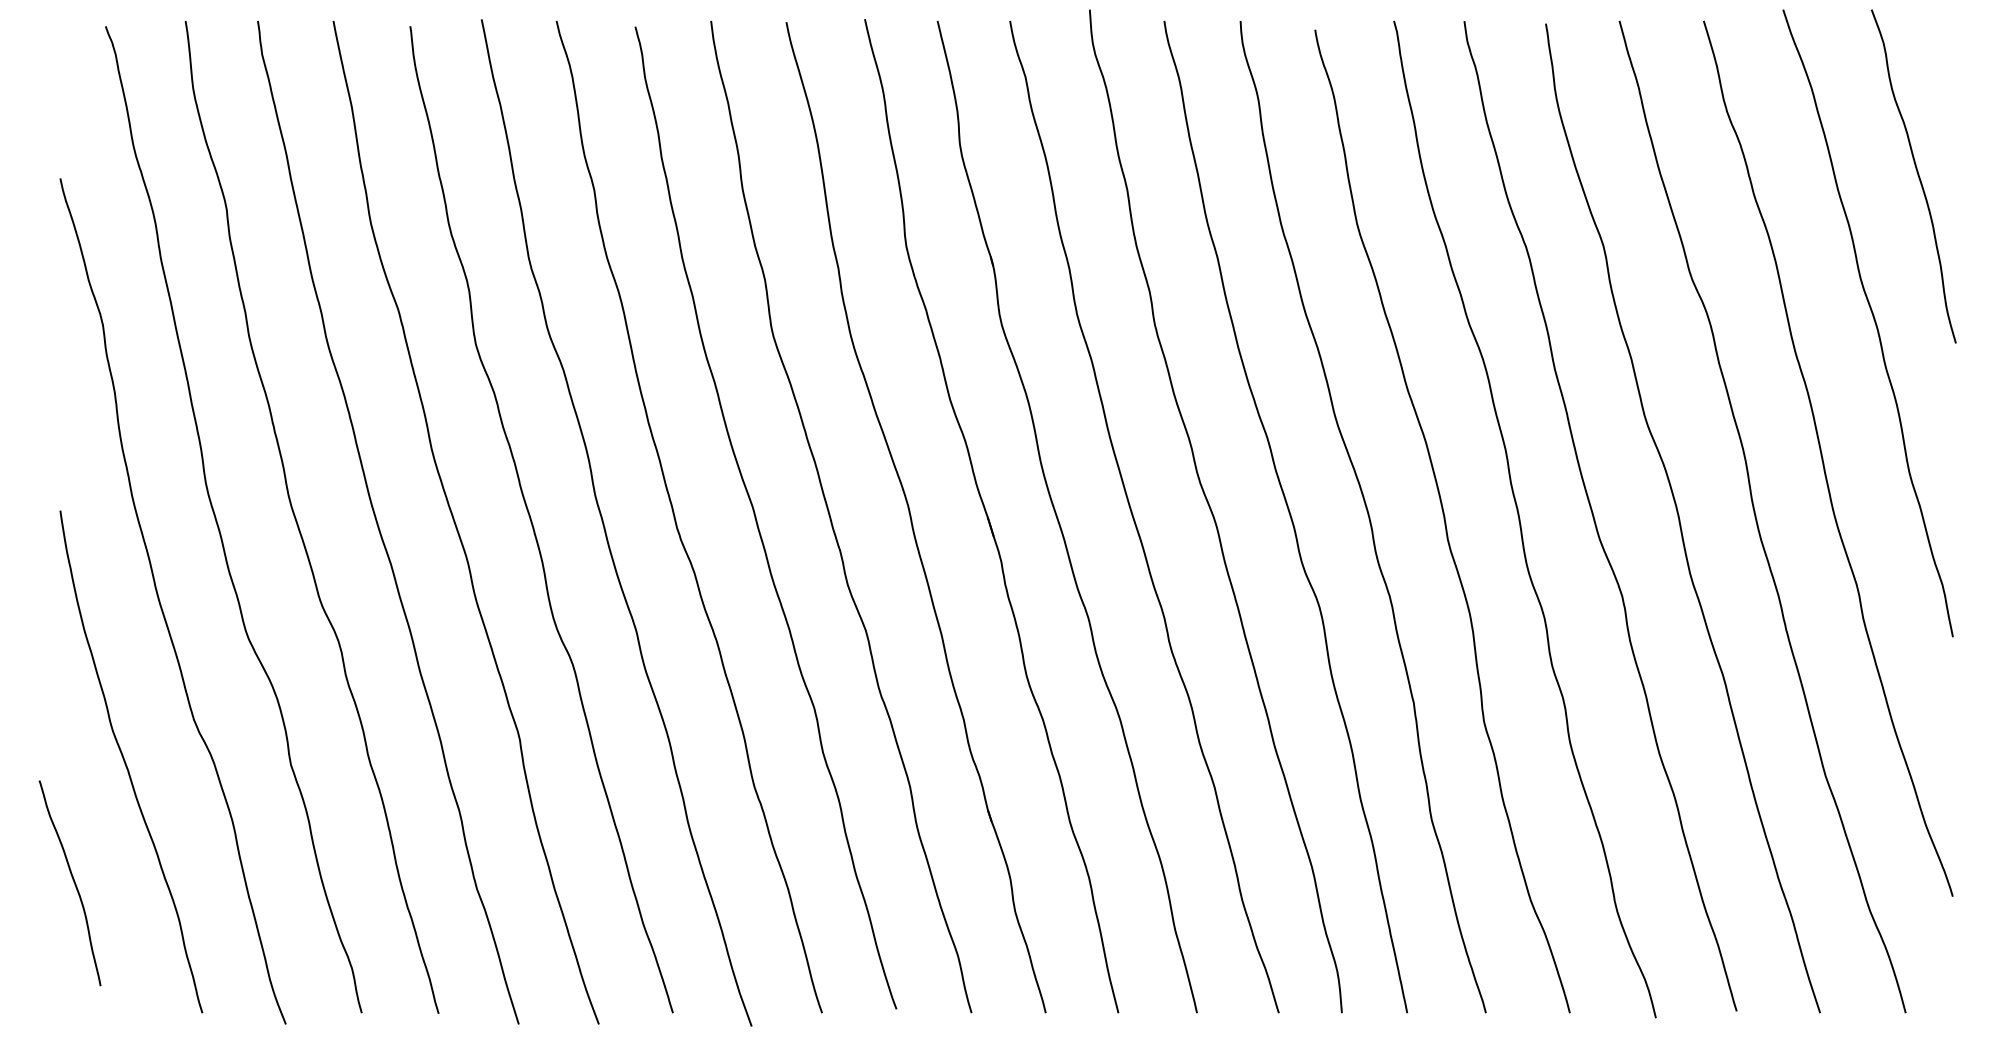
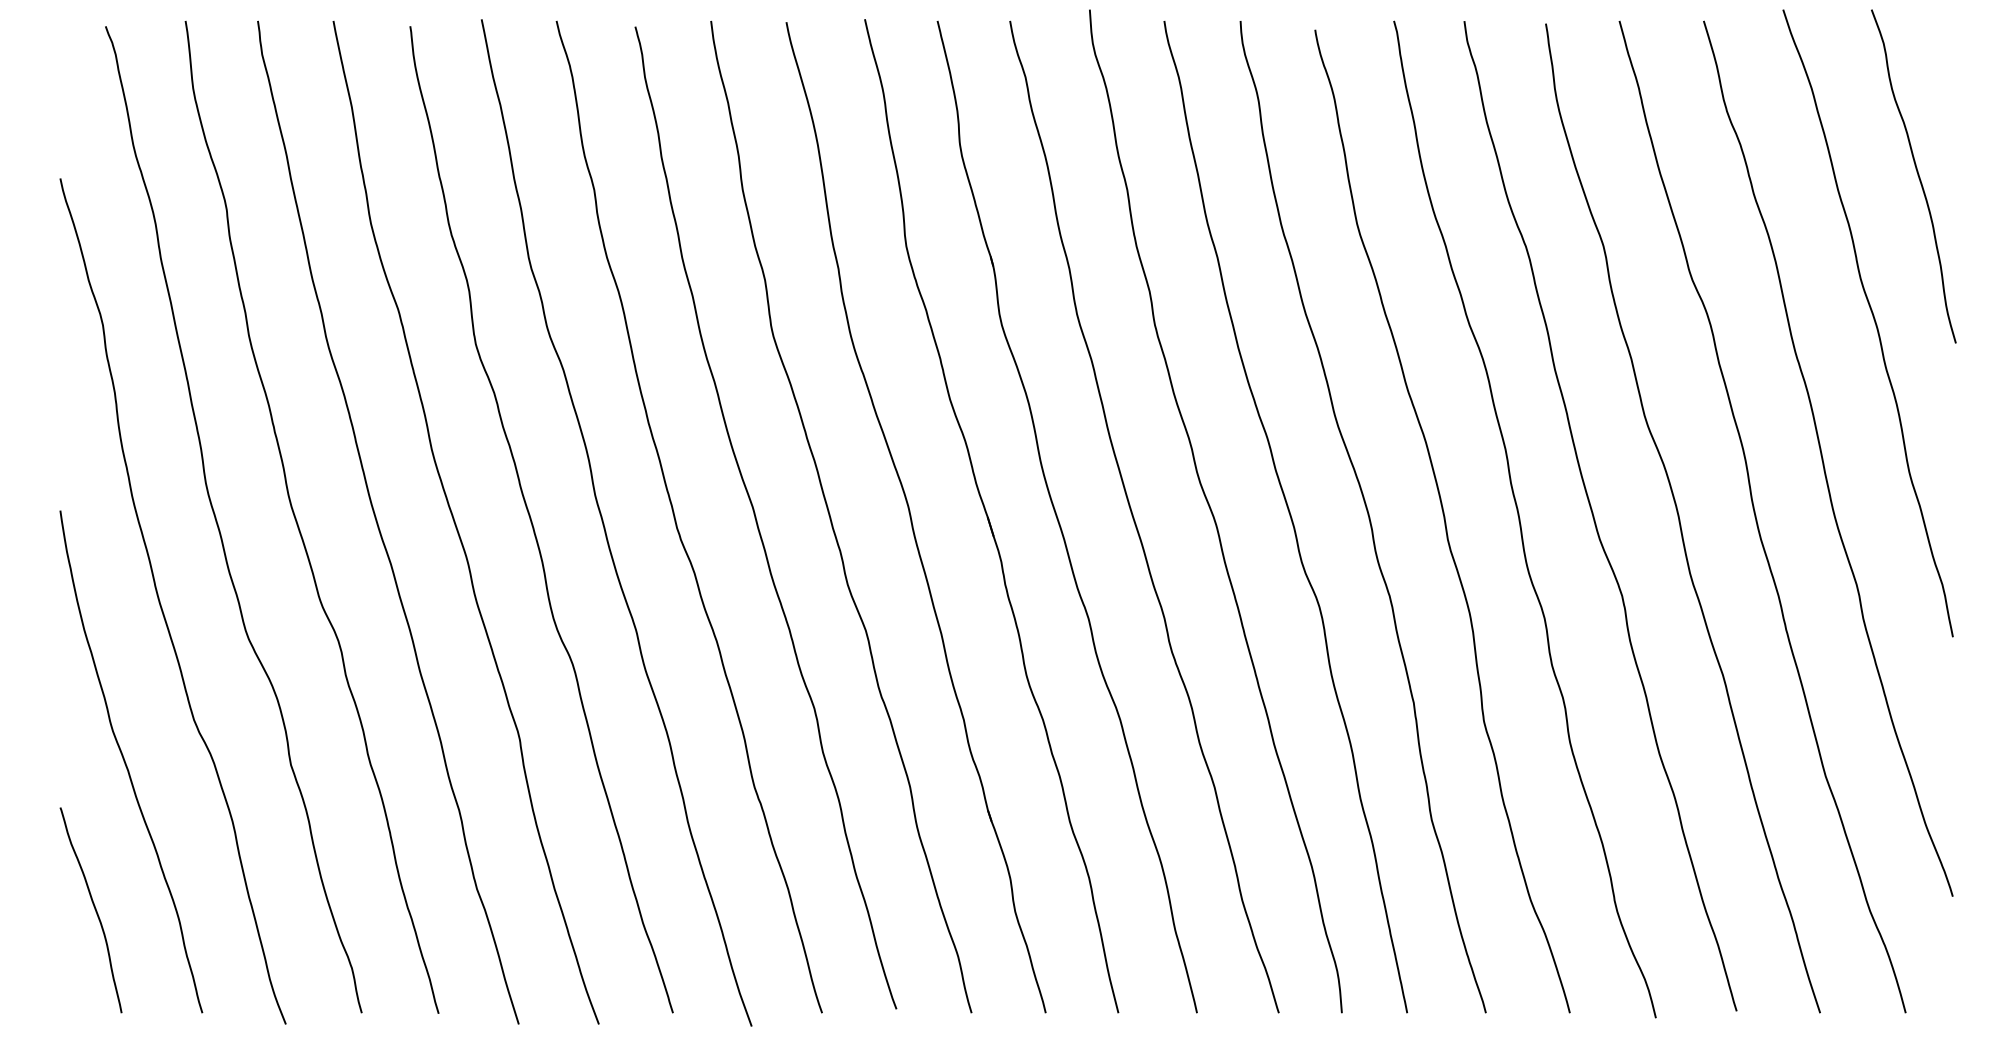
curve at (73, 882) position: (73, 882) -> (94, 909)
